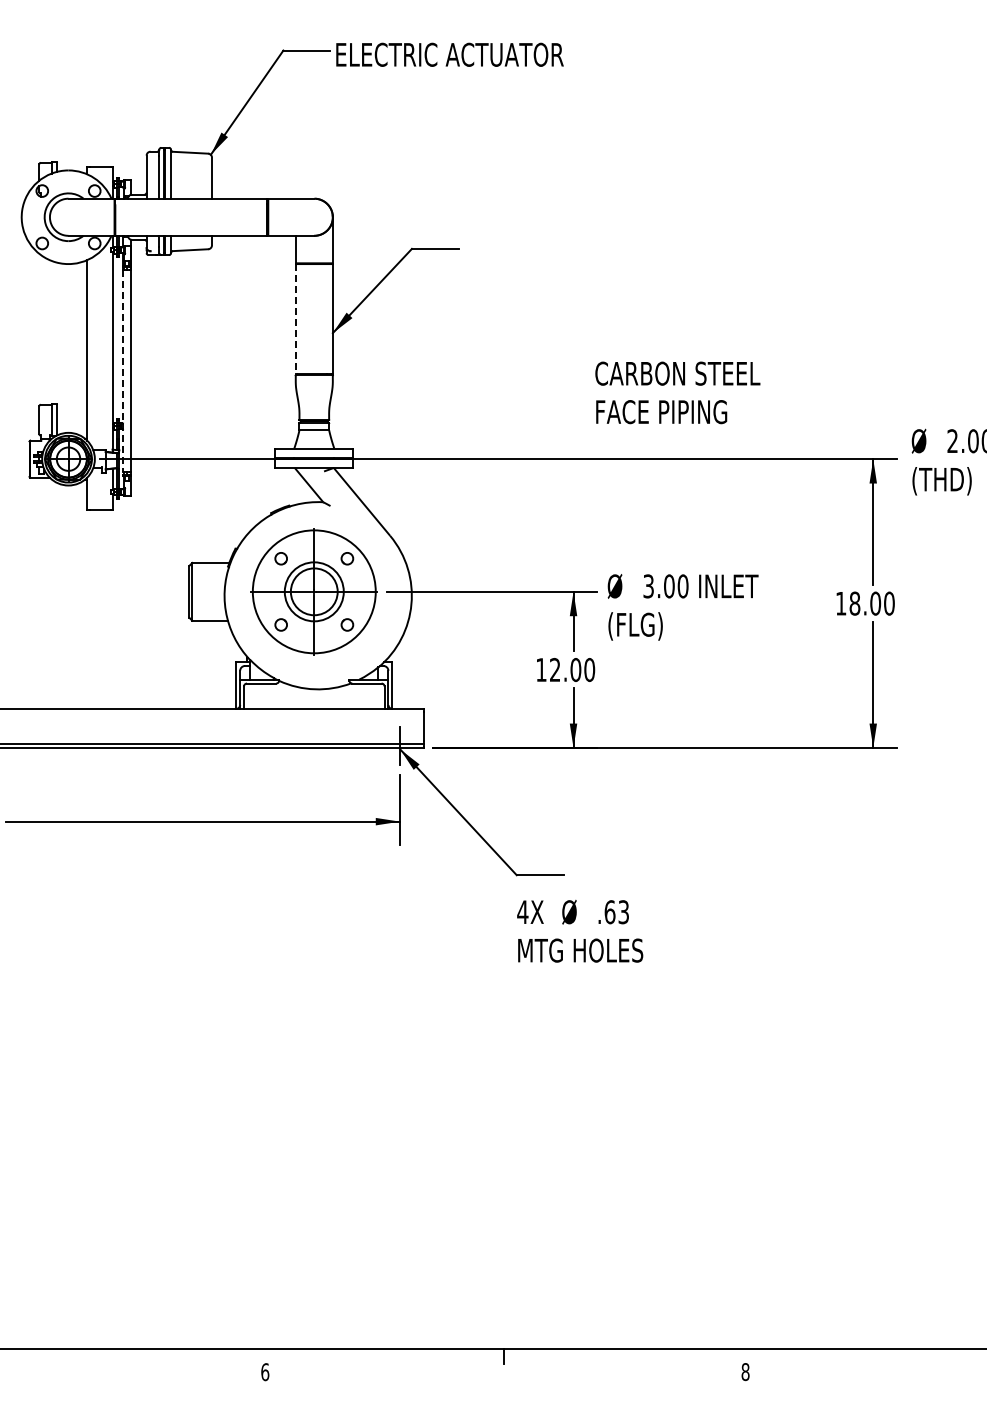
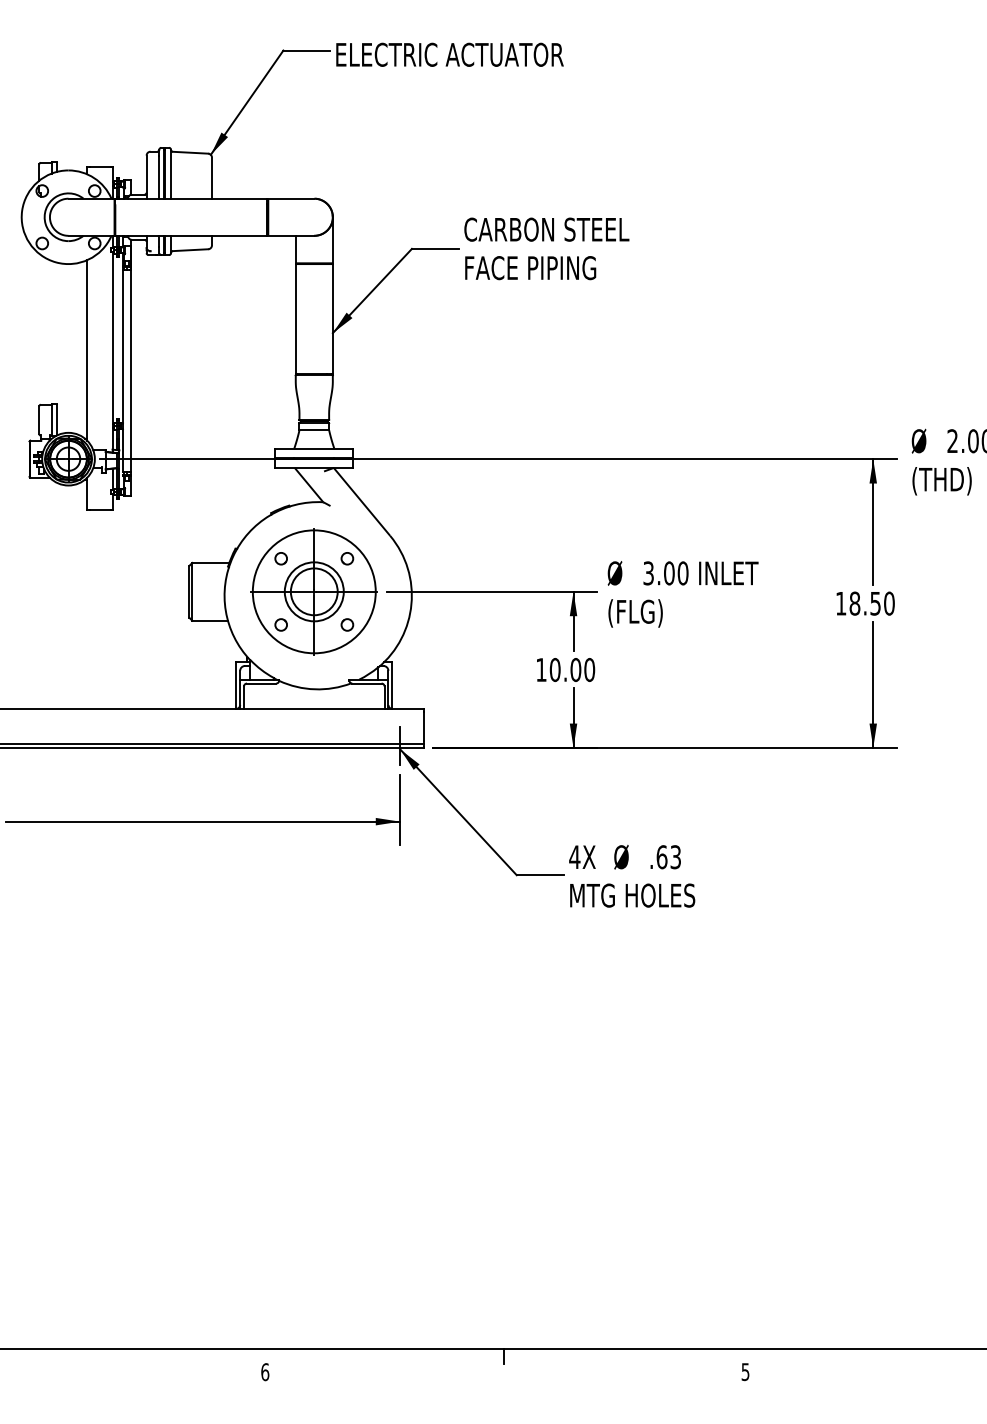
line at (295, 319): dashed -> solid
line at (123, 371): dashed -> solid
text at (677, 392) position: (677, 392) -> (546, 248)
text at (875, 603): 18.00 -> 18.50
text at (682, 607) position: (682, 607) -> (682, 594)
text at (554, 670): 12.00 -> 10.00
text at (580, 930) position: (580, 930) -> (632, 875)
text at (745, 1372): 8 -> 5
